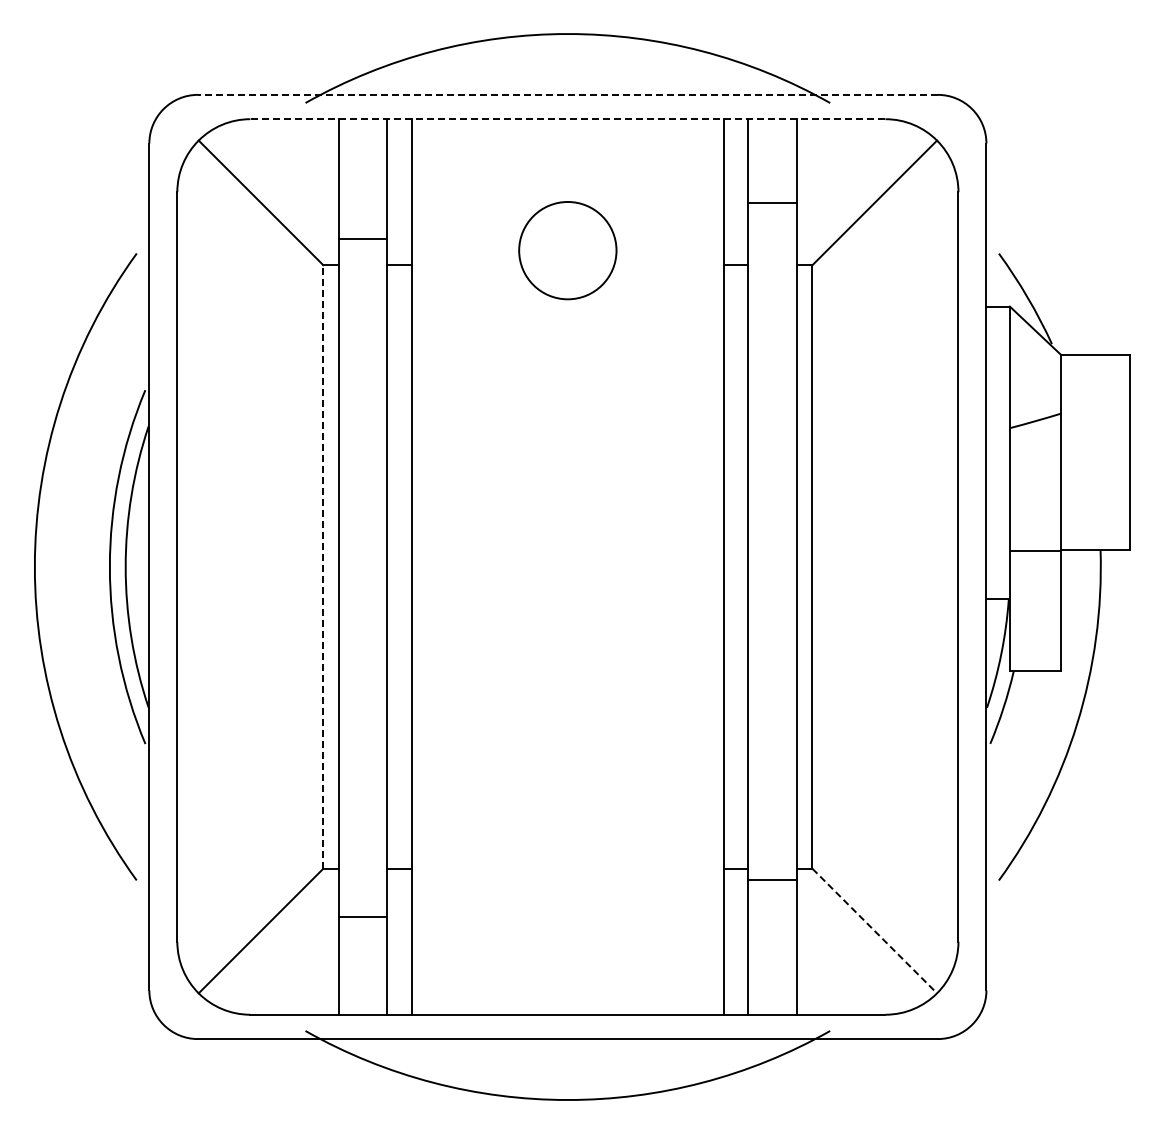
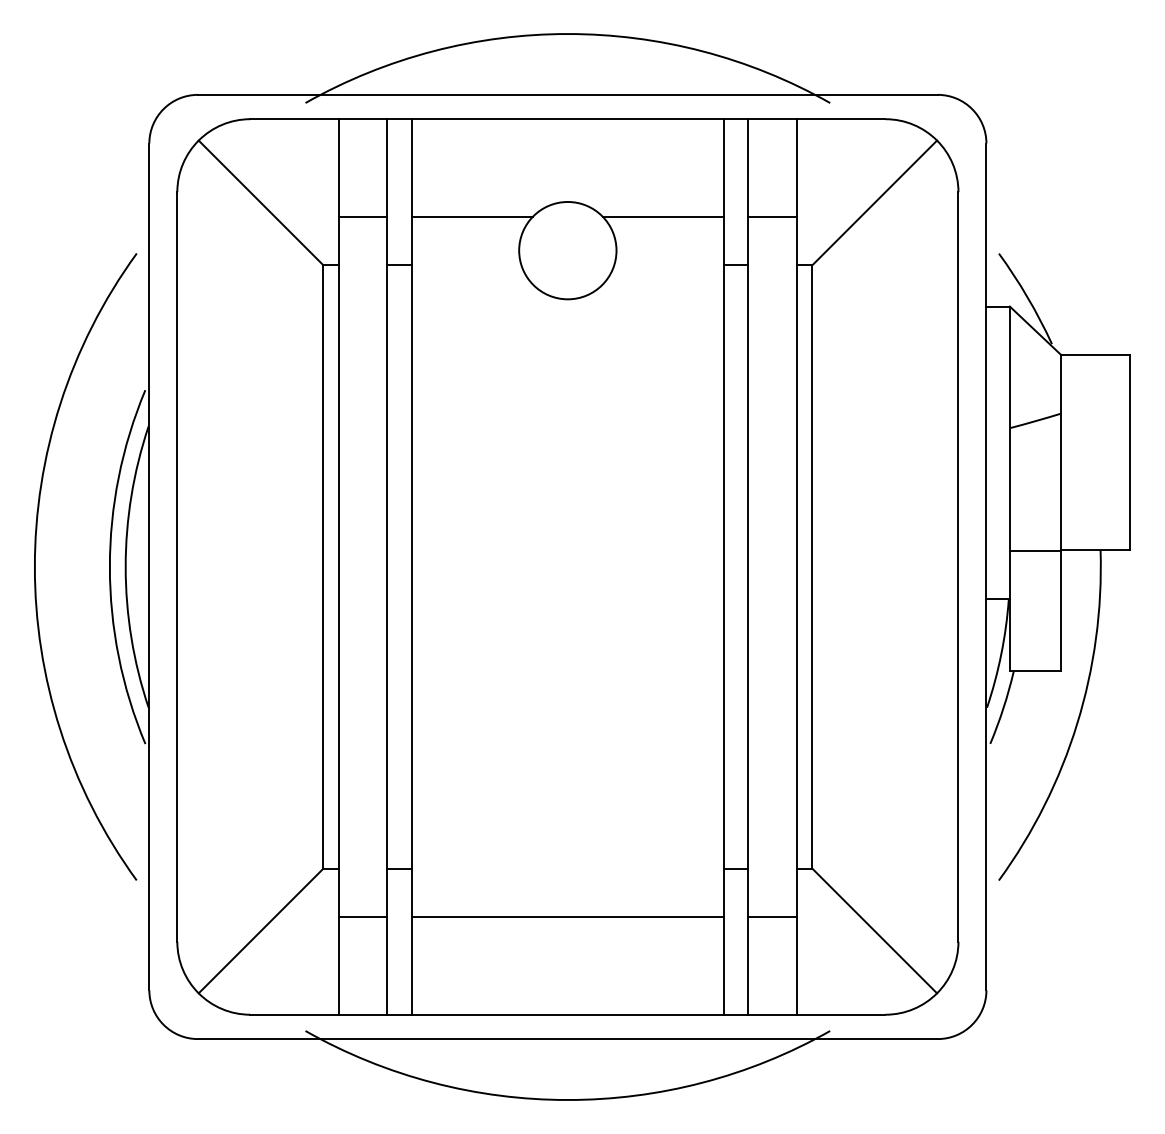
line at (567, 94): dashed -> solid
line at (567, 119): dashed -> solid
line at (772, 202) position: (772, 202) -> (772, 216)
line at (472, 216): none -> present
line at (663, 216): none -> present
line at (362, 238) position: (362, 238) -> (362, 216)
line at (323, 566): dashed -> solid
line at (772, 880) position: (772, 880) -> (772, 917)
line at (567, 917): none -> present
line at (875, 931): dashed -> solid
